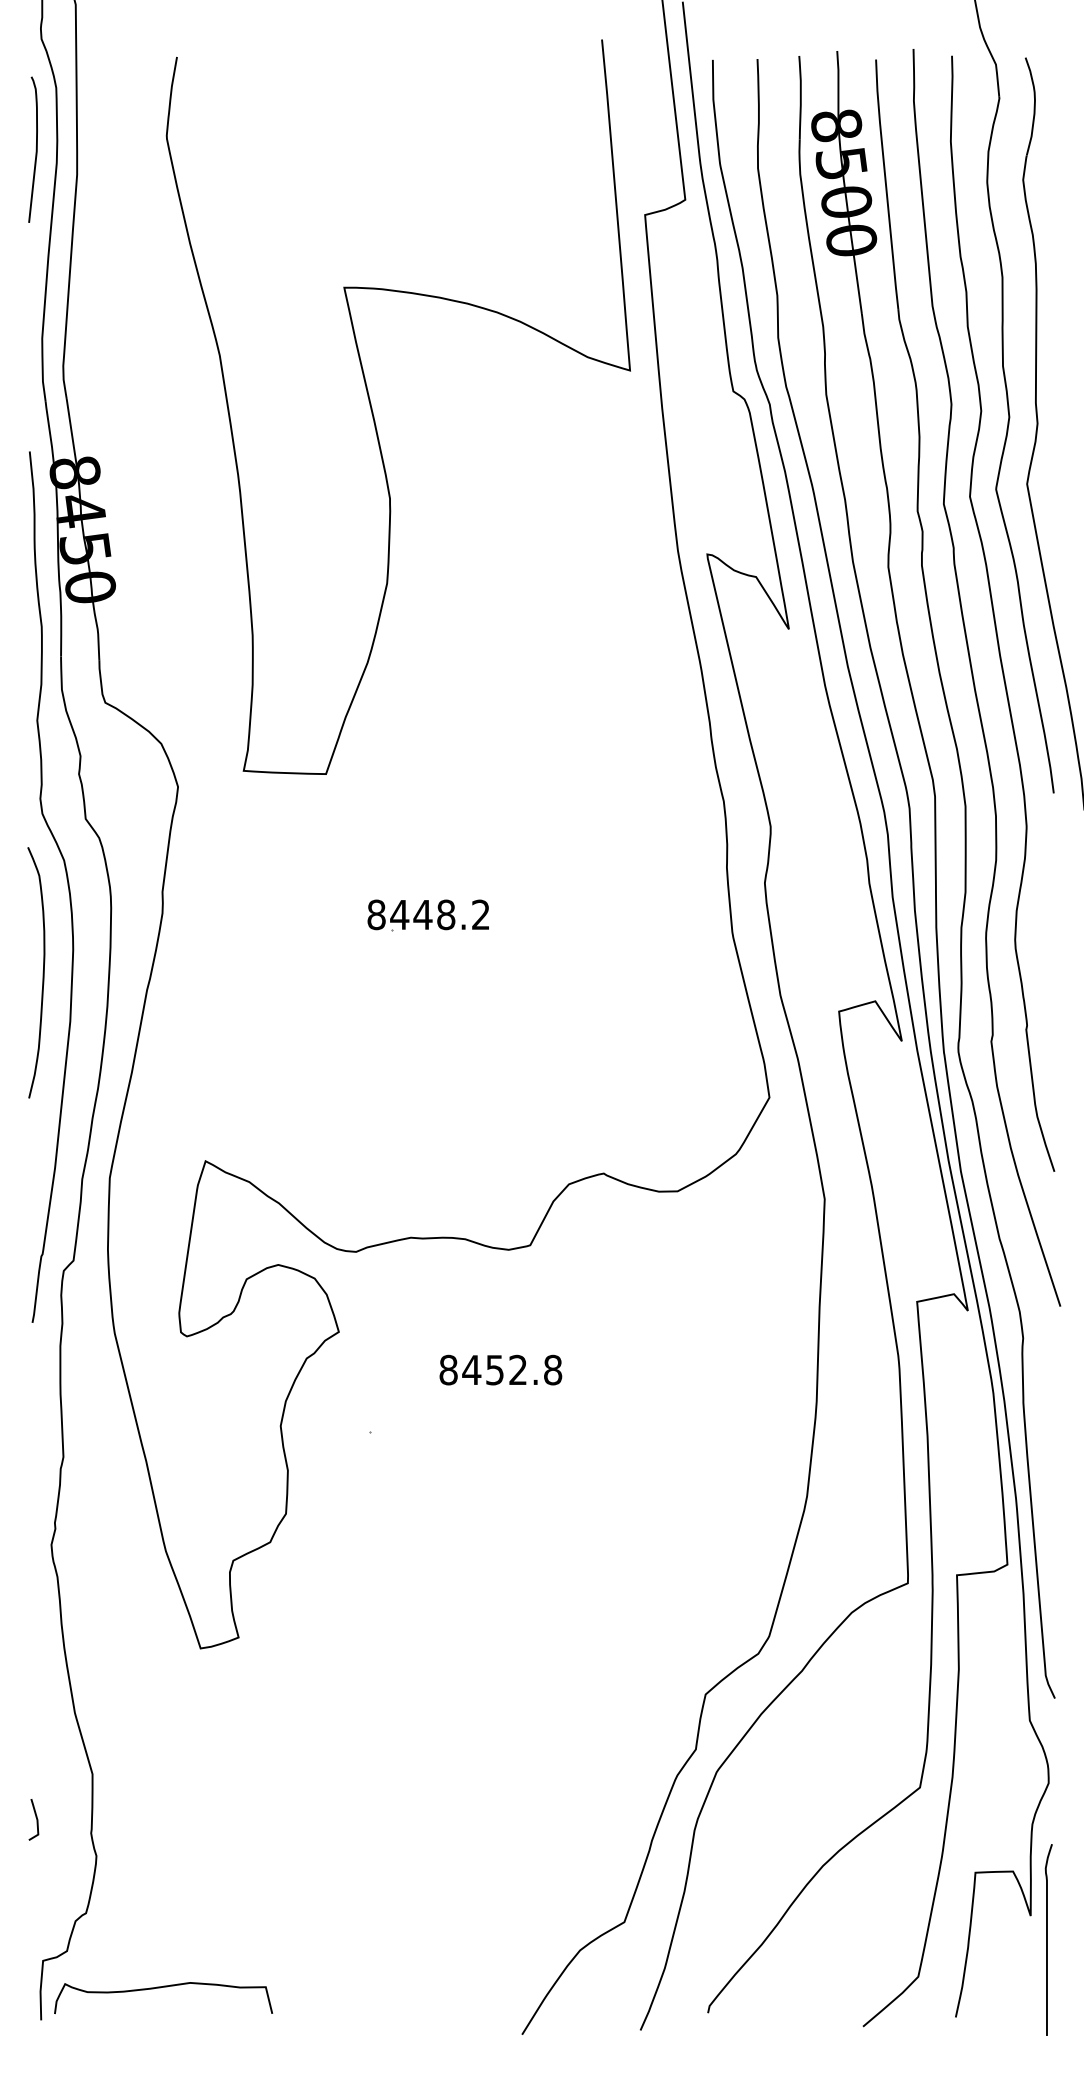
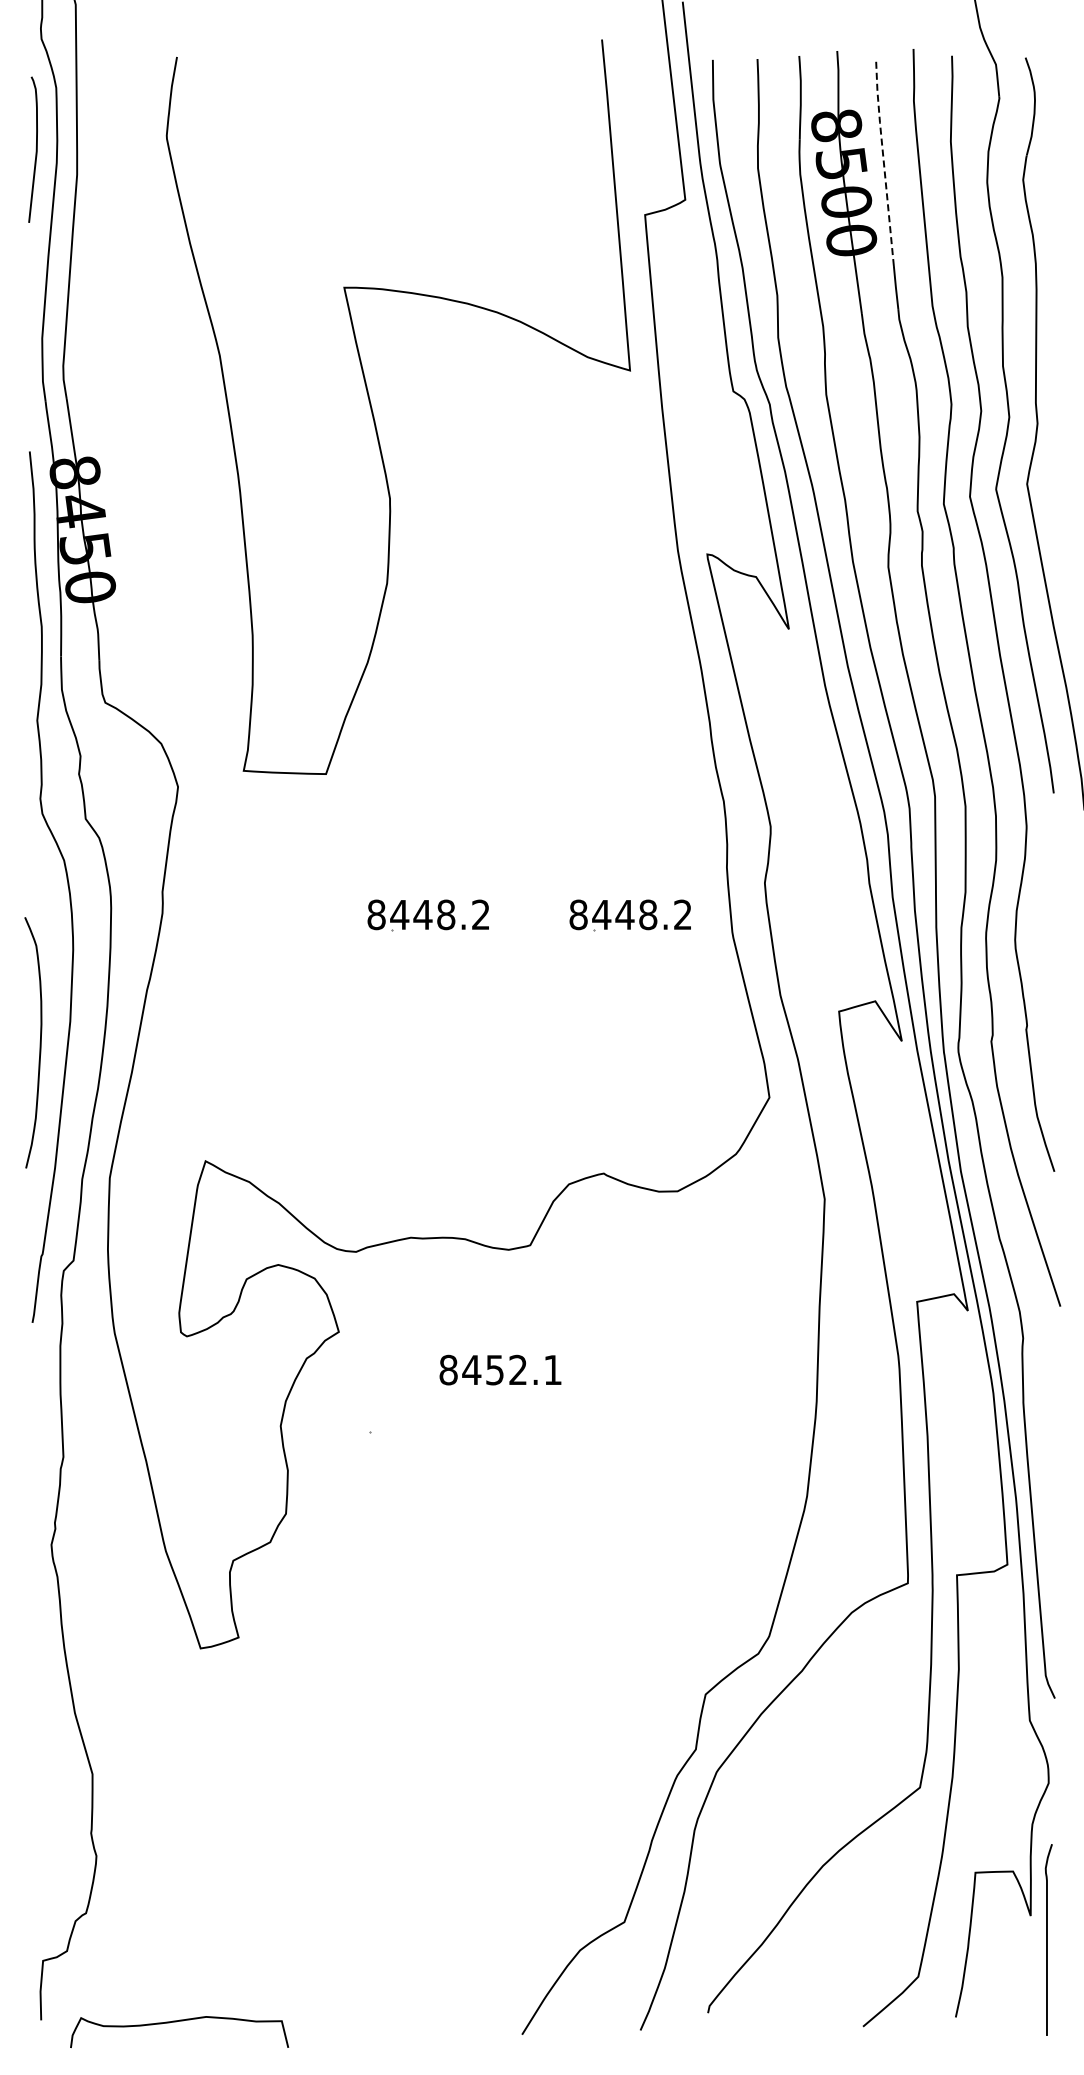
line at (883, 161): solid -> dashed
part at (629, 915): none -> present
curve at (42, 972) position: (42, 972) -> (39, 1042)
text at (553, 1369): 8452.8 -> 8452.1
line at (35, 1817): present -> none
curve at (160, 1988) position: (160, 1988) -> (176, 2022)
